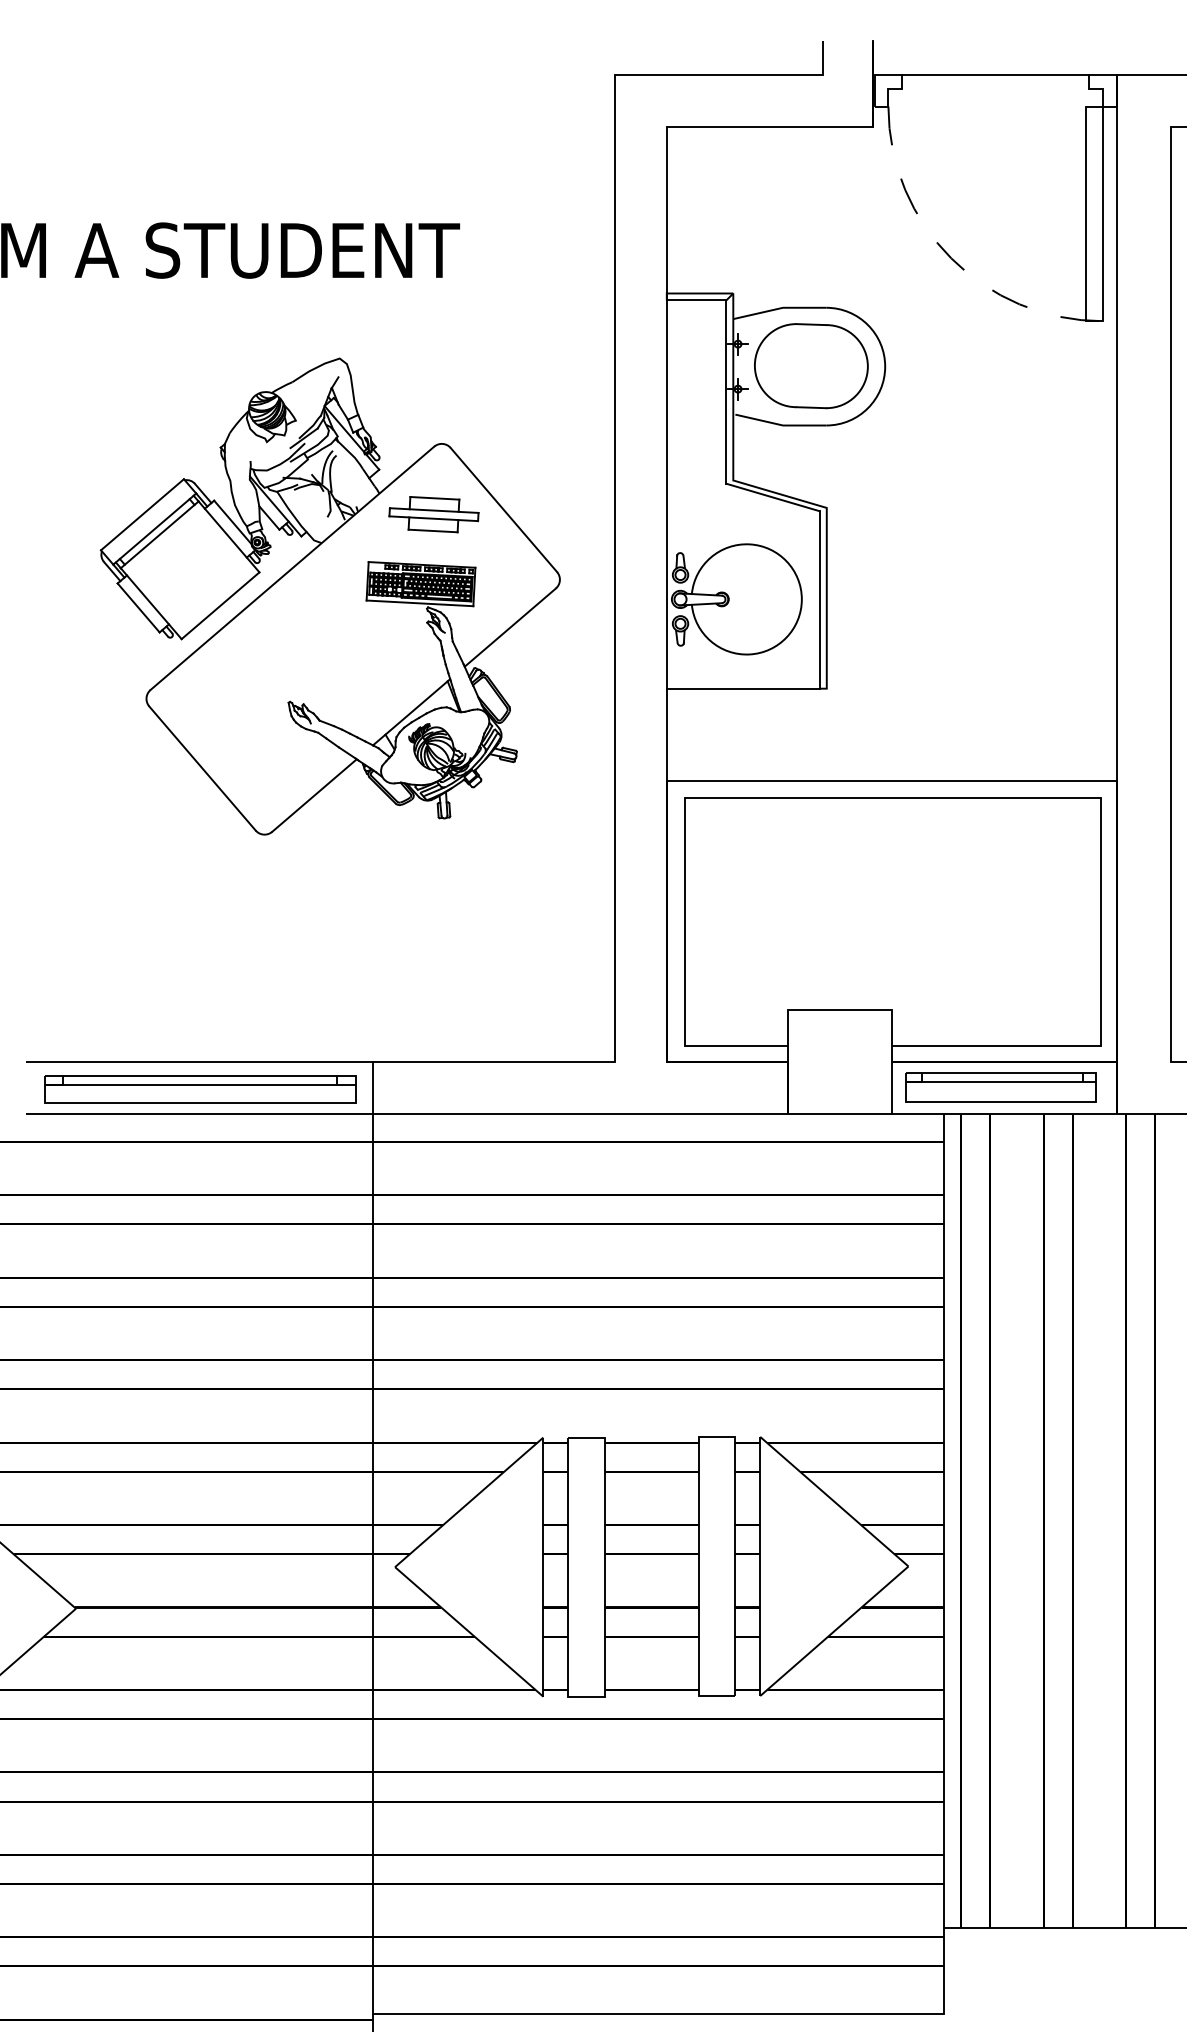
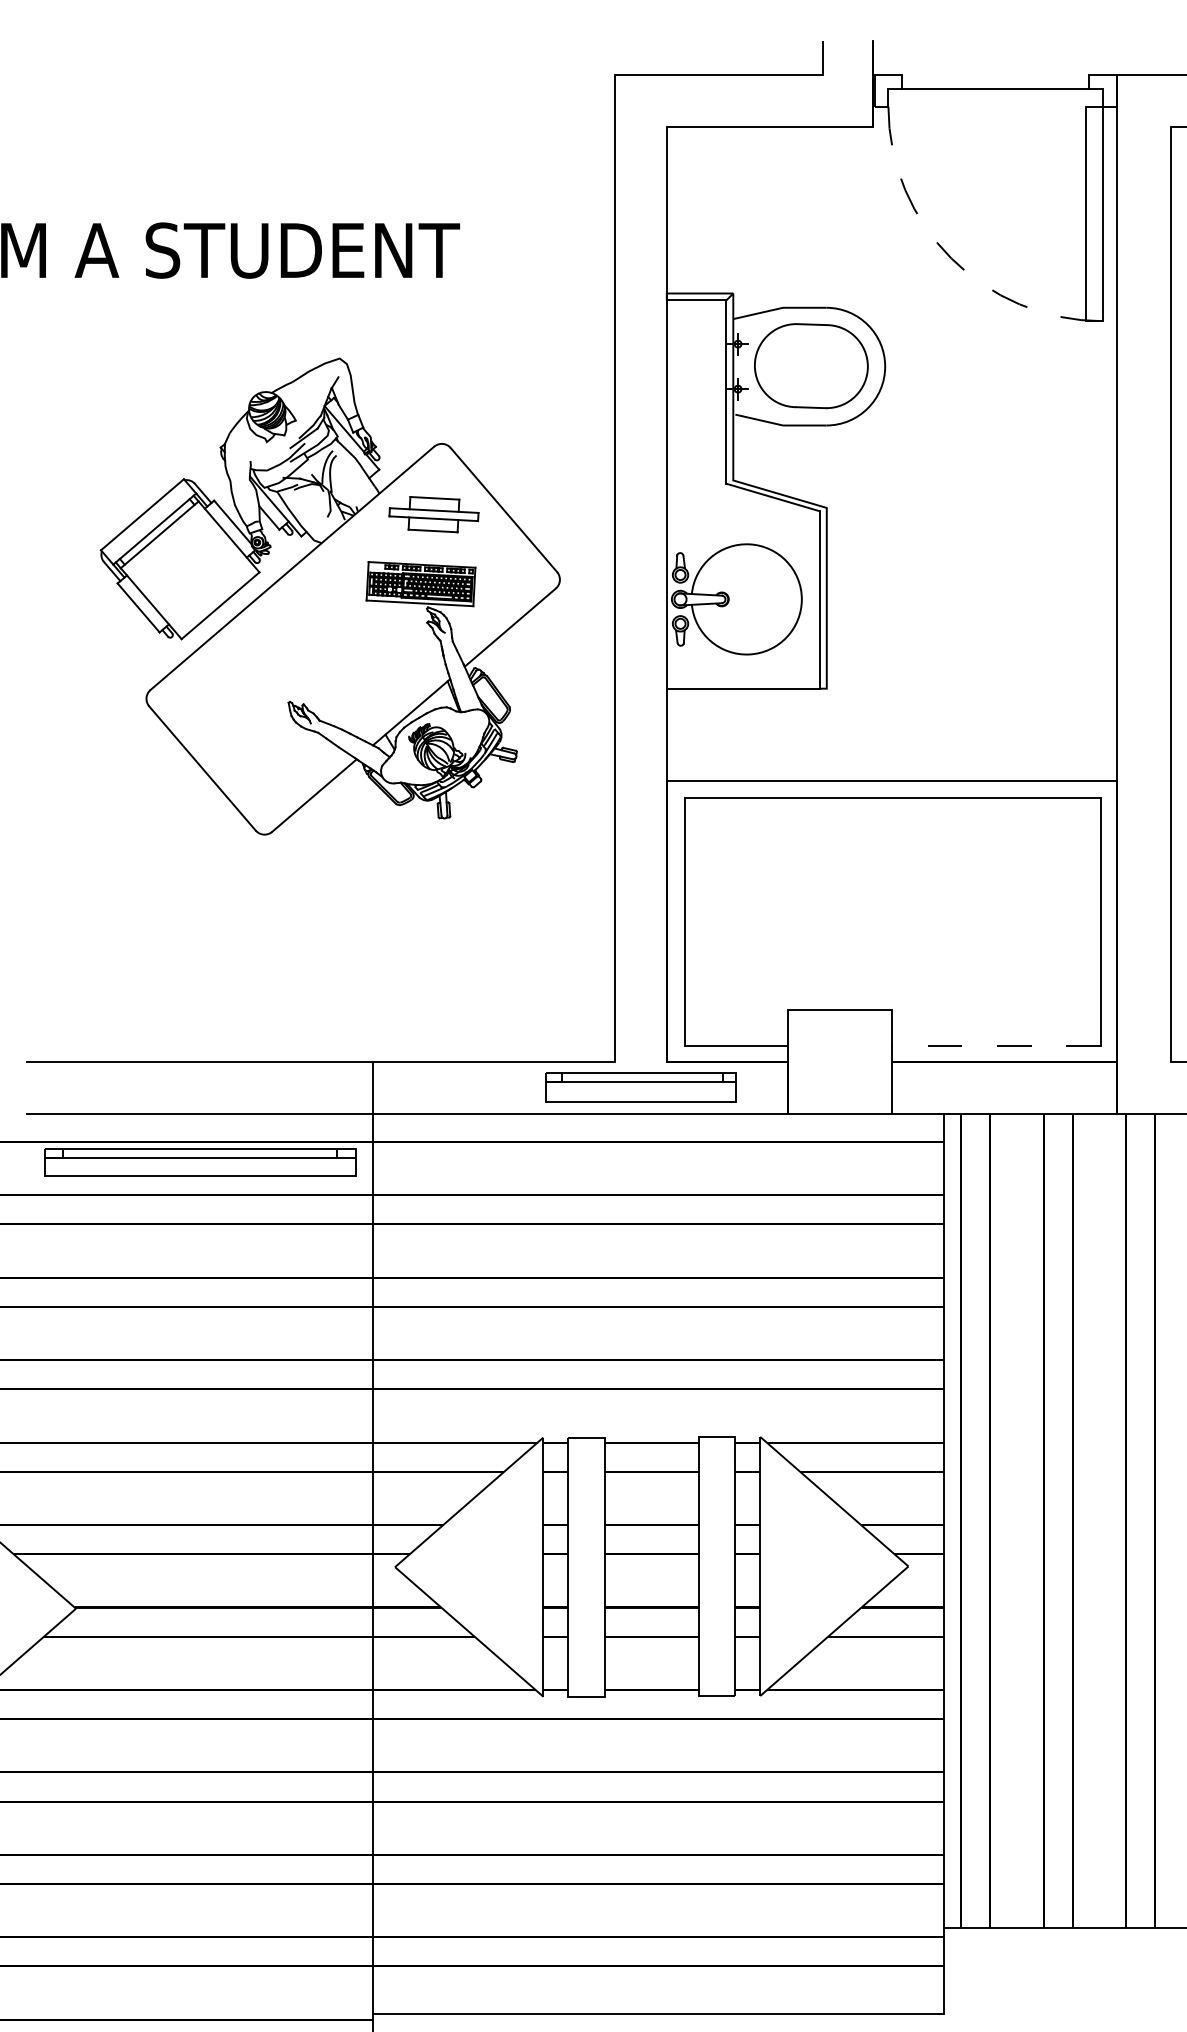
line at (995, 75) position: (995, 75) -> (995, 89)
line at (996, 1046): solid -> dashed
part at (1000, 1087) position: (1000, 1087) -> (640, 1087)
part at (200, 1089) position: (200, 1089) -> (200, 1162)
